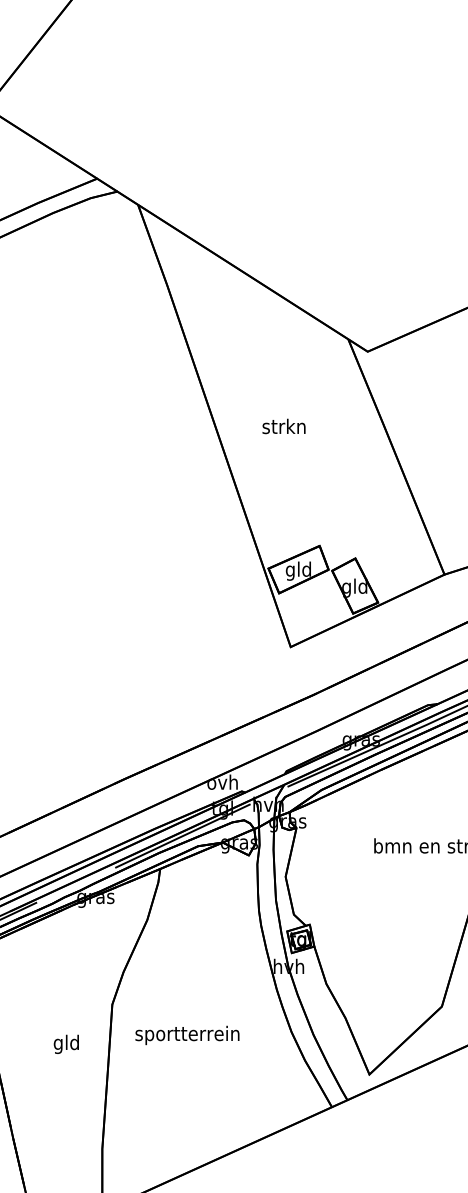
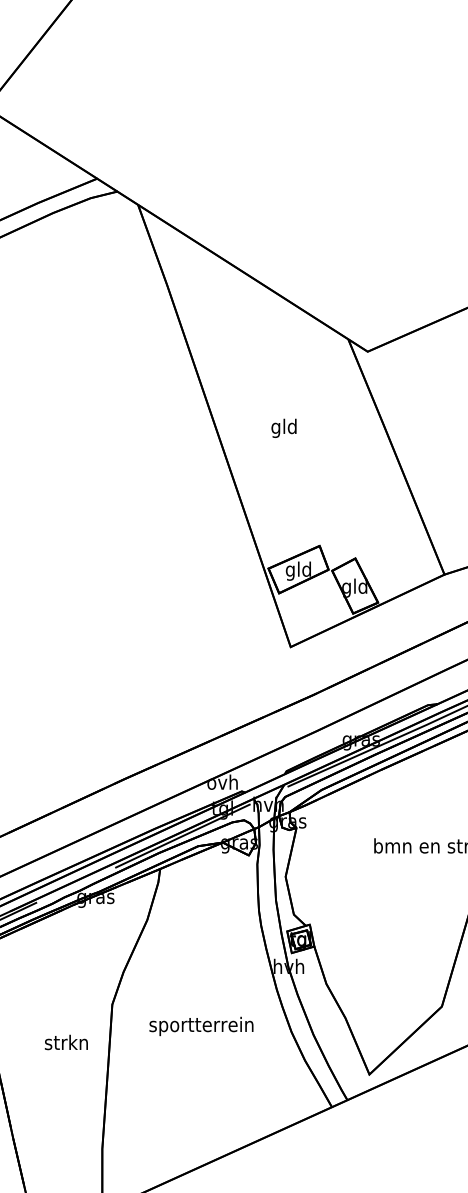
text at (283, 427): strkn -> gld
text at (187, 1035) position: (187, 1035) -> (201, 1026)
text at (65, 1043): gld -> strkn
